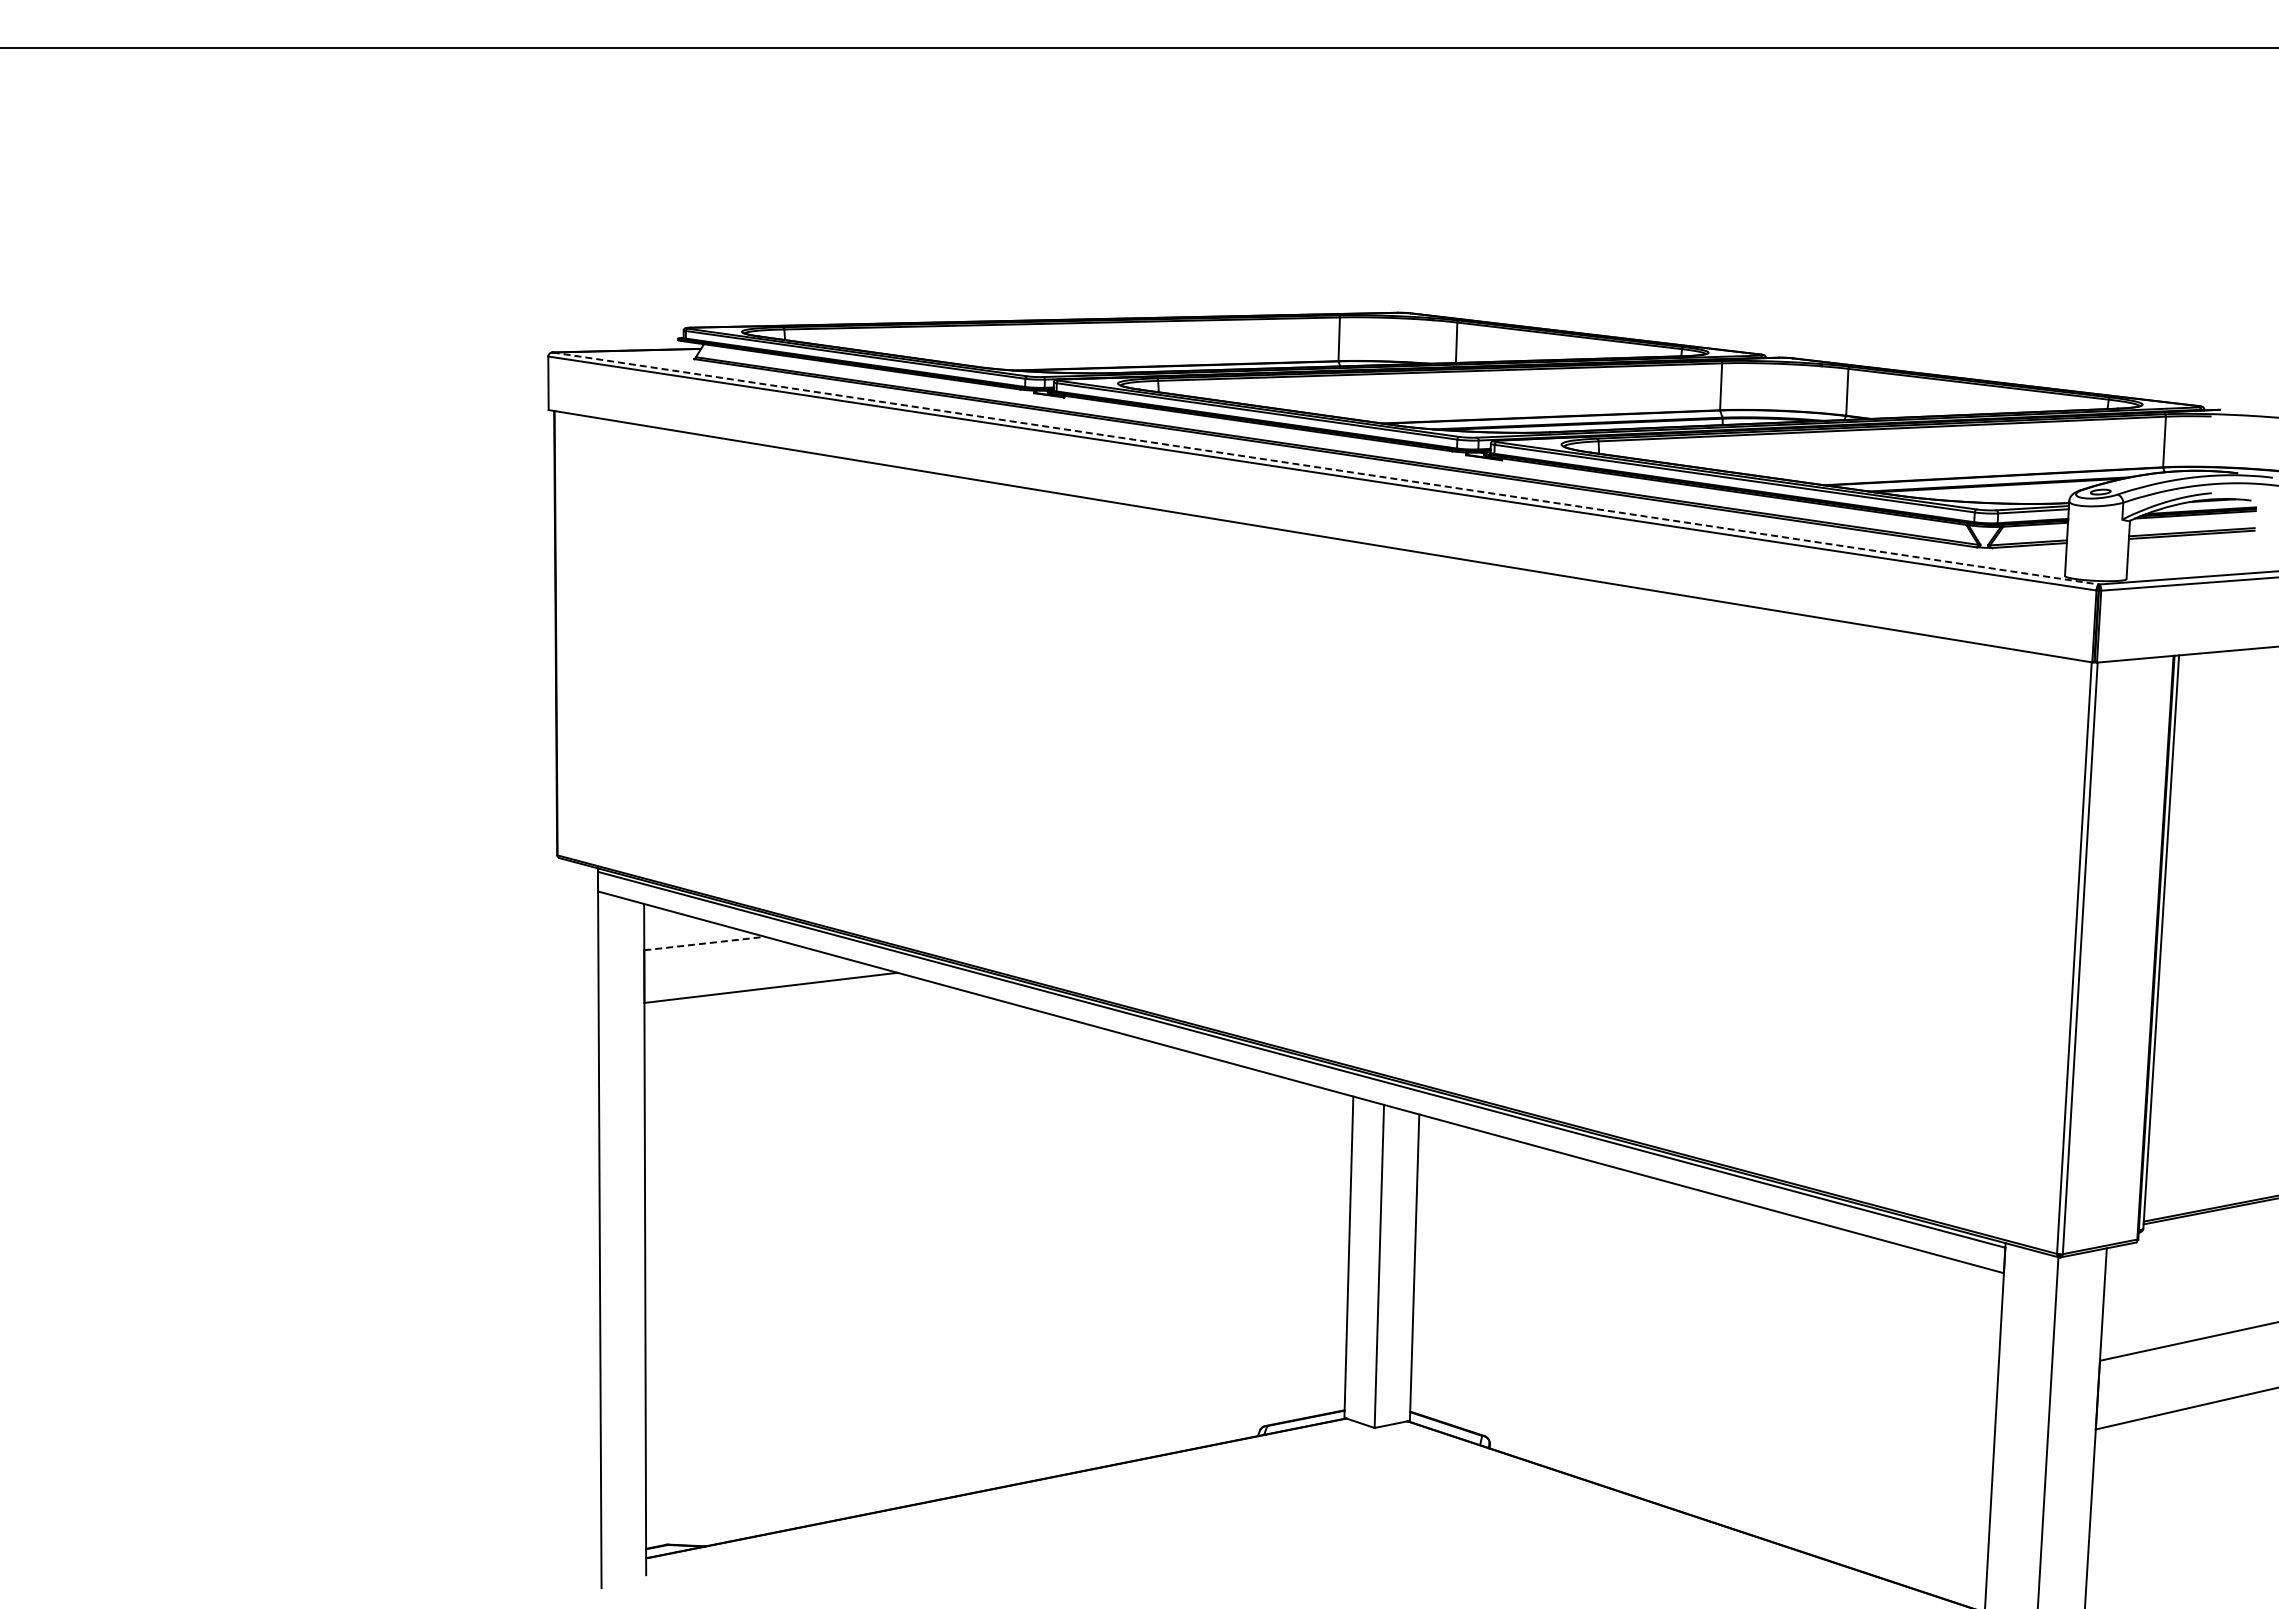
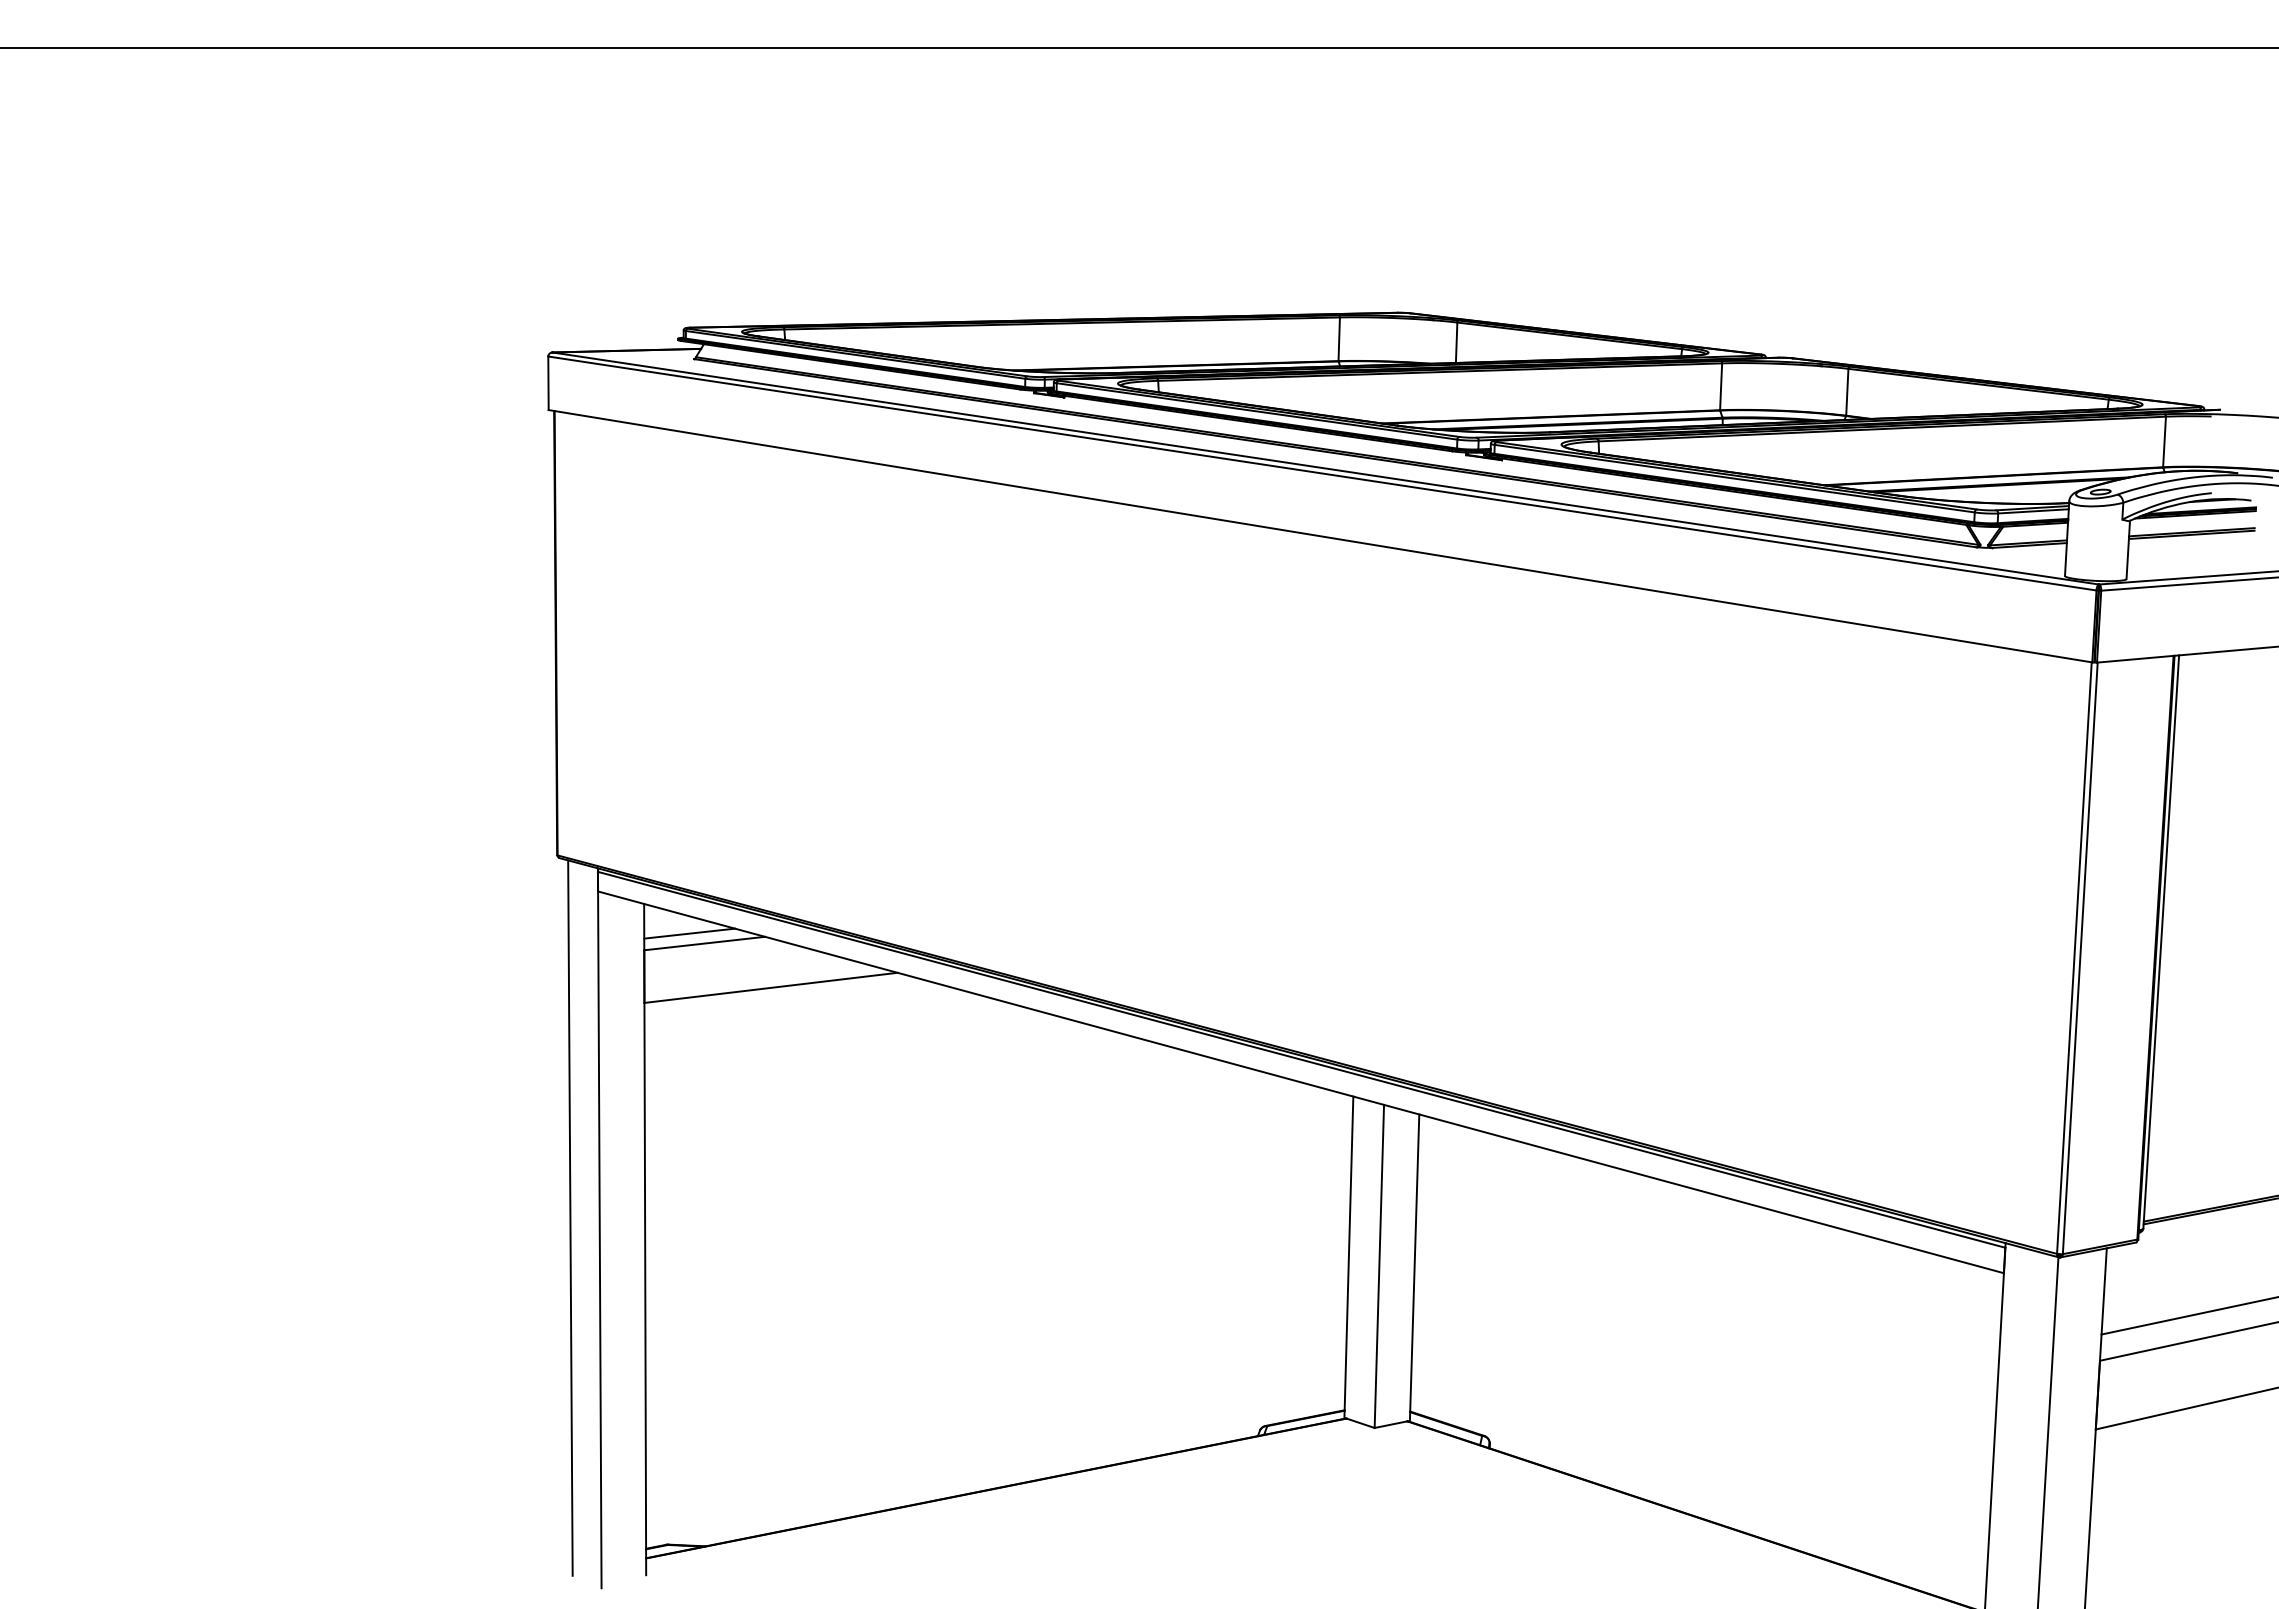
line at (1325, 468): dashed -> solid
line at (689, 933): none -> present
line at (704, 943): dashed -> solid
line at (570, 1217): none -> present
line at (2188, 1315): none -> present
